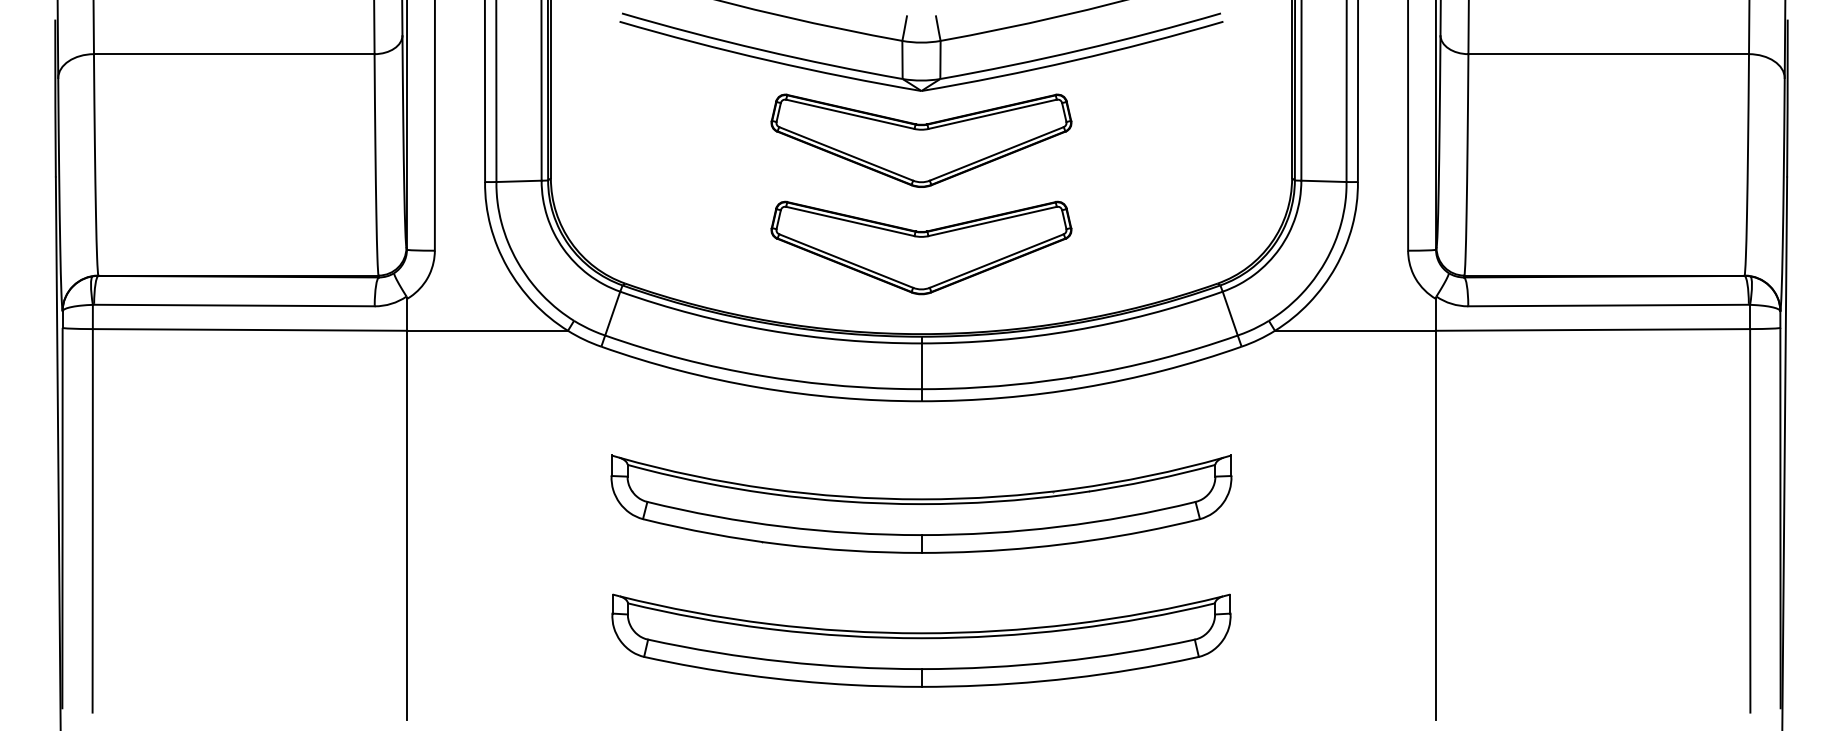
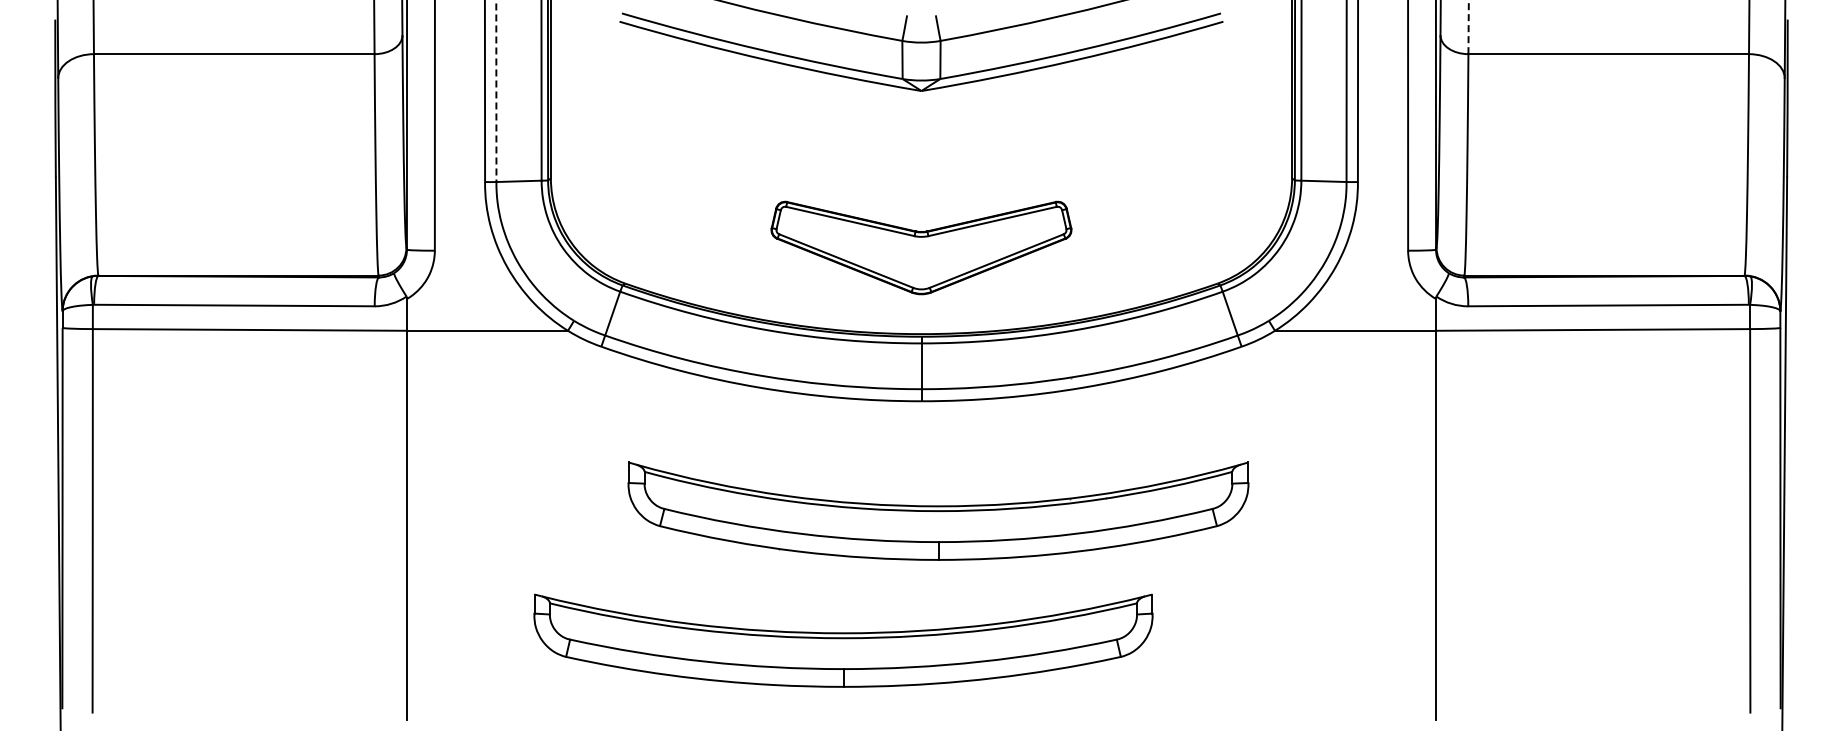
line at (1468, 27): solid -> dashed
line at (496, 91): solid -> dashed
part at (921, 140): present -> none
part at (921, 503) position: (921, 503) -> (938, 510)
part at (921, 640) position: (921, 640) -> (843, 640)
